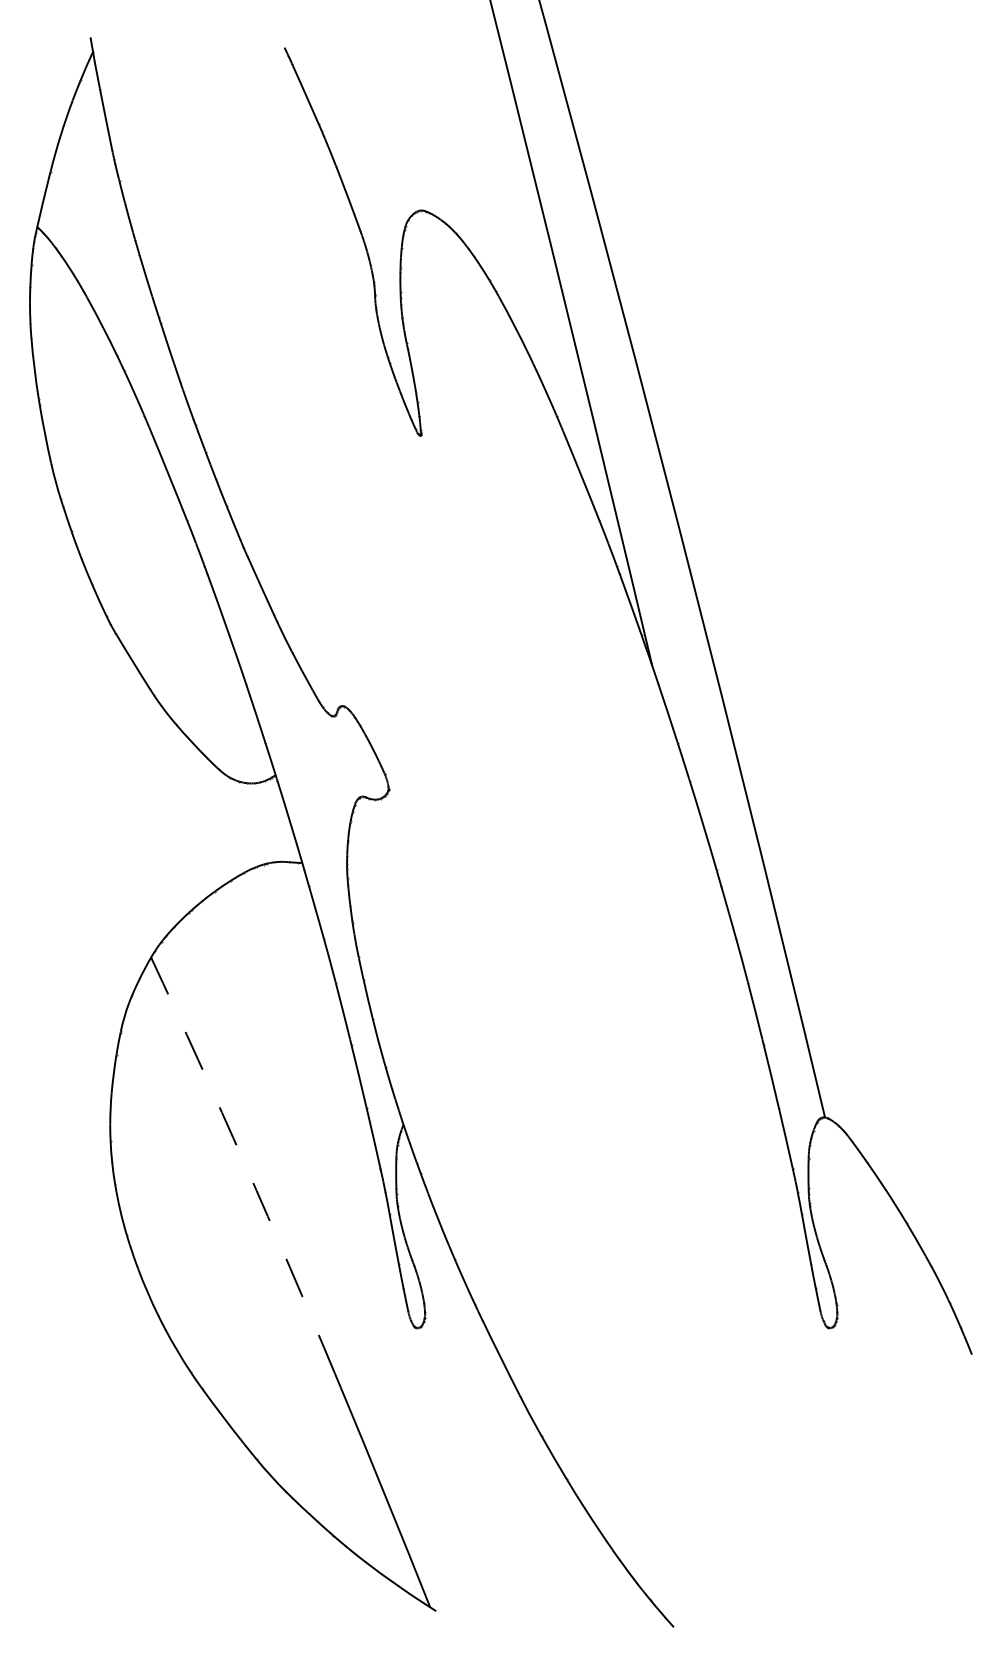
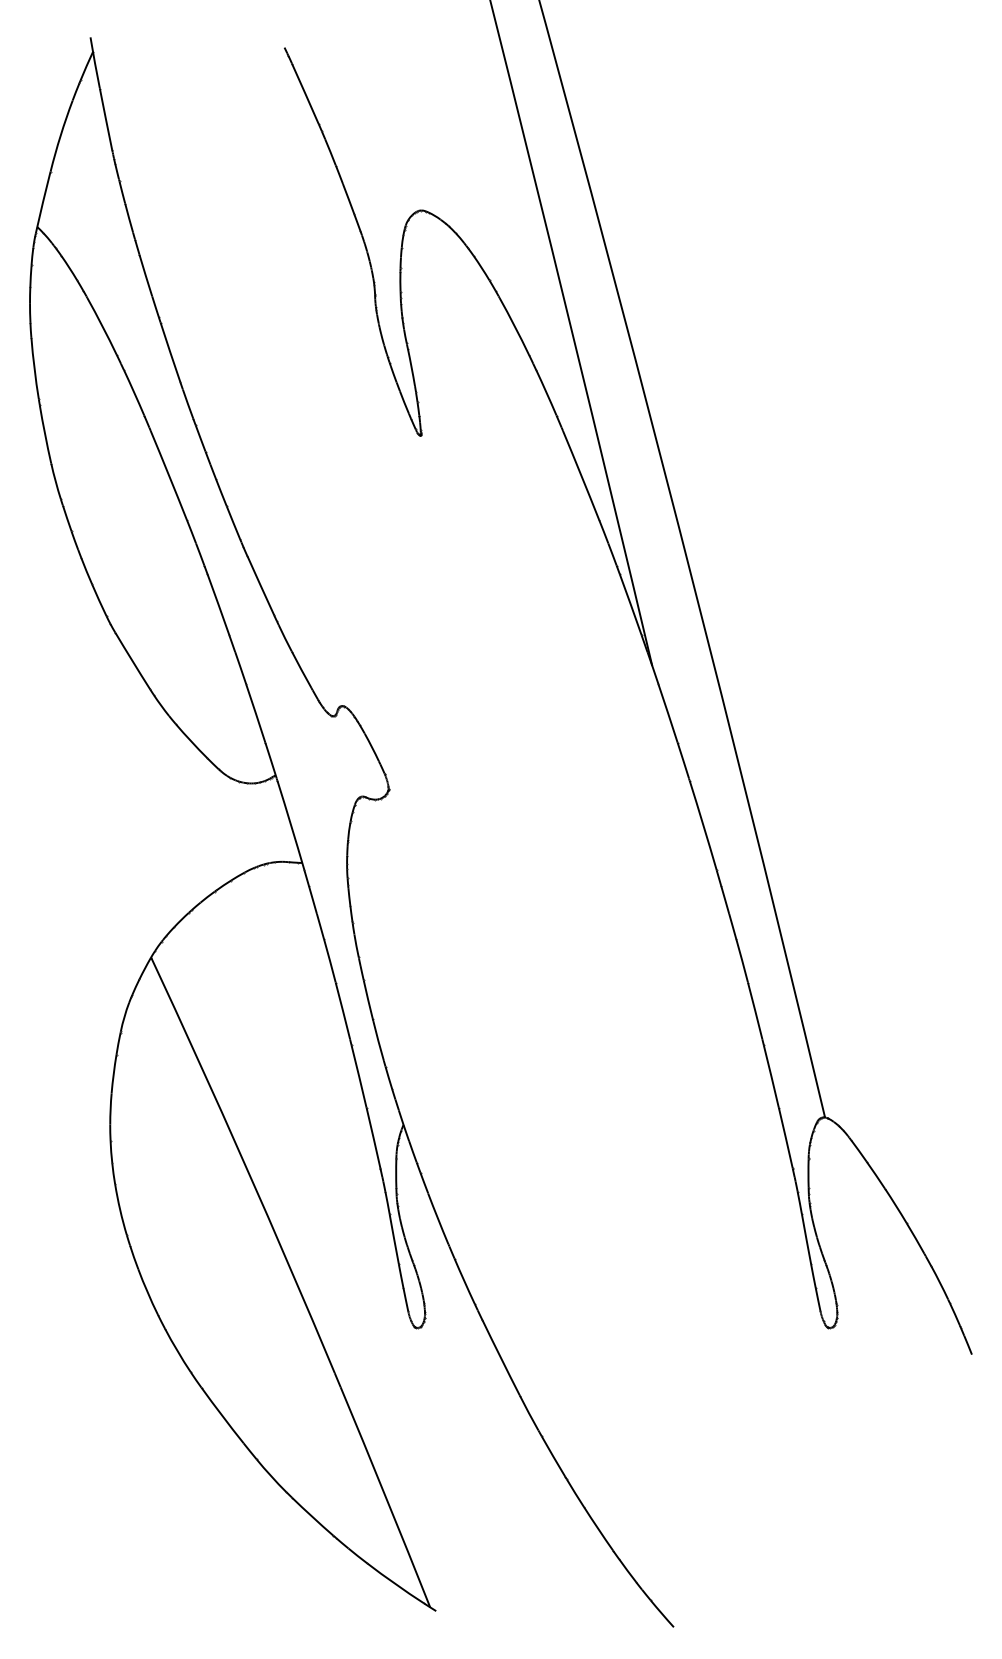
arc at (245, 1164): dashed -> solid
